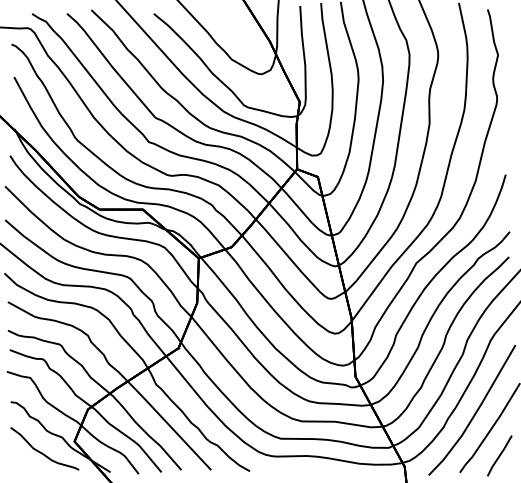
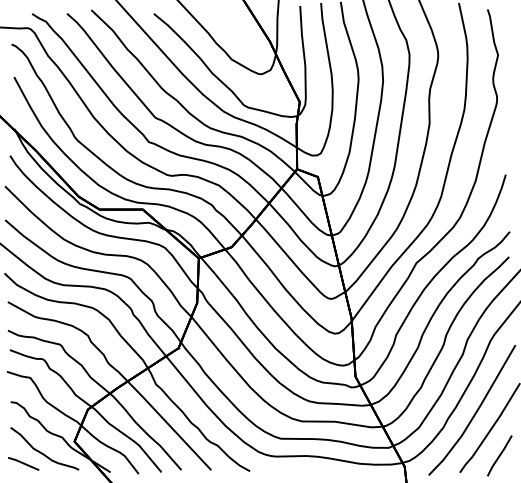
line at (23, 463): none -> present
